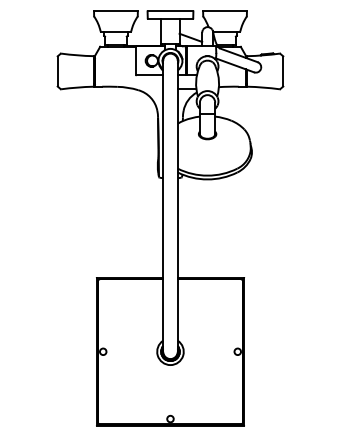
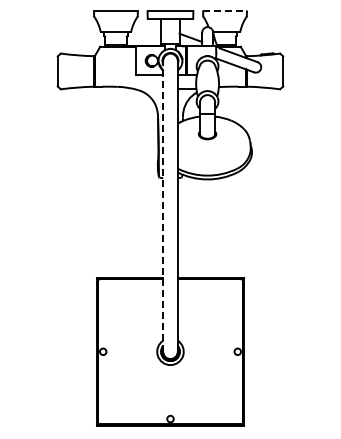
line at (225, 11): solid -> dashed
line at (163, 205): solid -> dashed
